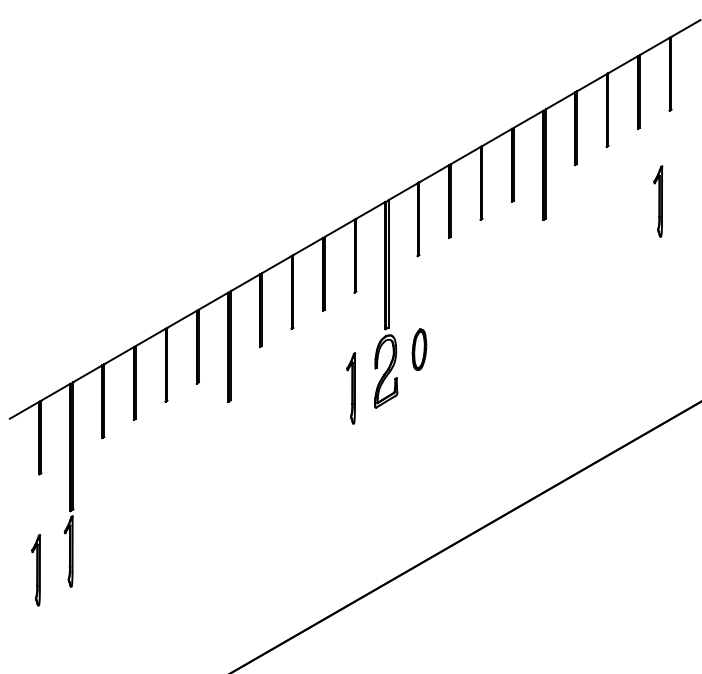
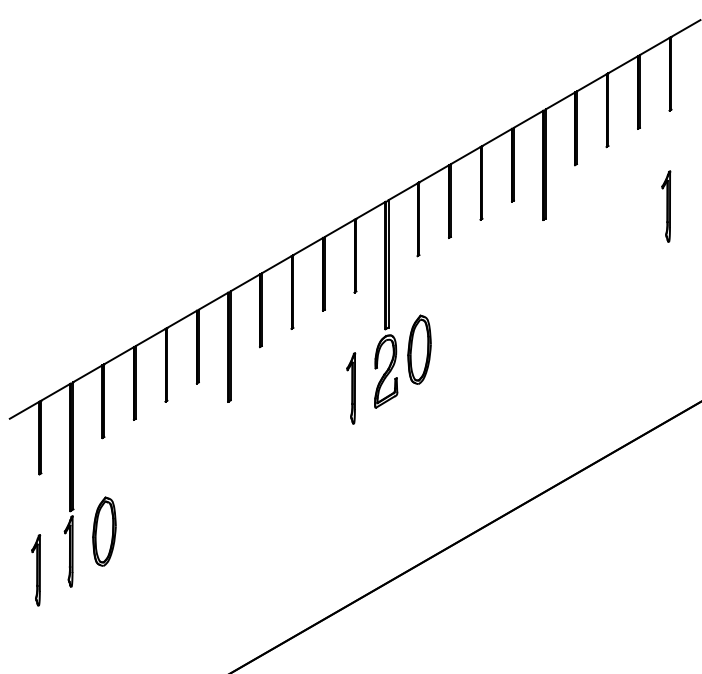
part at (658, 201) position: (658, 201) -> (666, 206)
part at (419, 349) size: 17x44 px -> 25x71 px
part at (104, 531): none -> present
